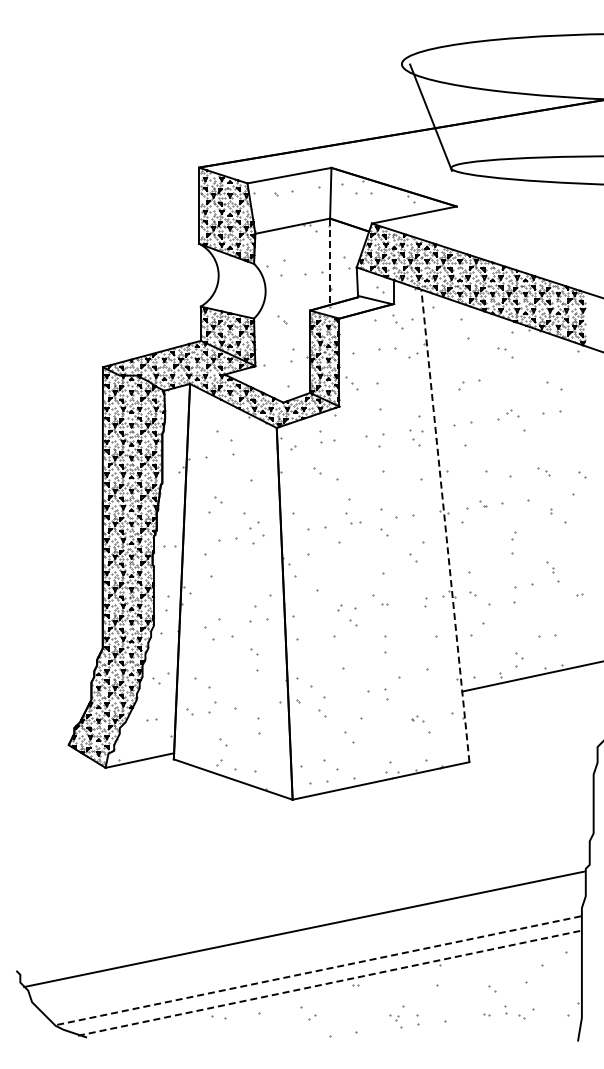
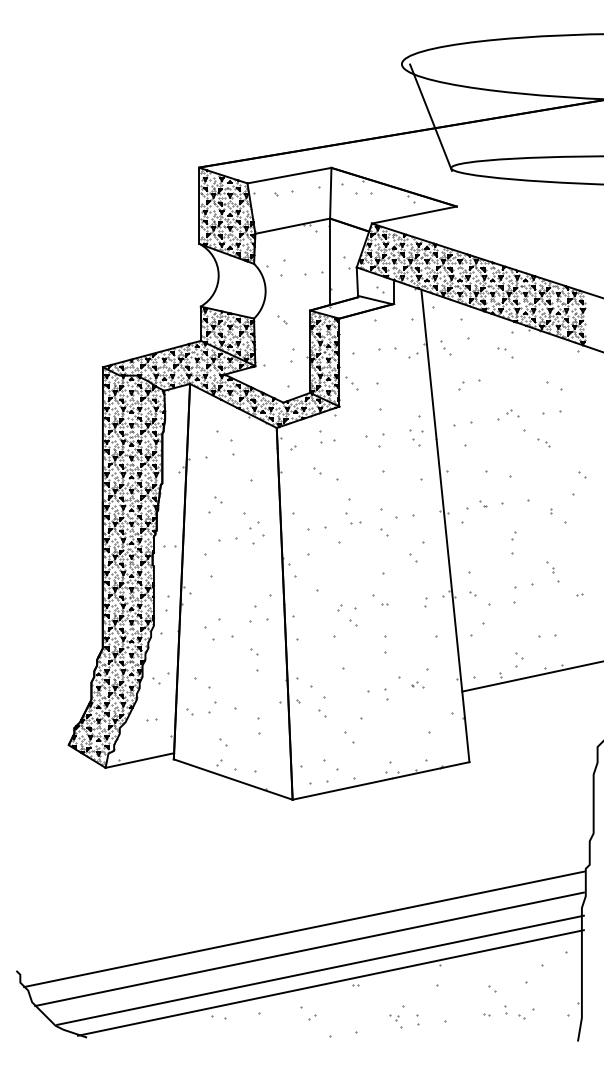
line at (330, 262): dashed -> solid
part at (397, 321) position: (397, 321) -> (445, 347)
part at (543, 471) position: (543, 471) -> (543, 442)
line at (445, 525): dashed -> solid
part at (417, 718) position: (417, 718) -> (417, 684)
line at (309, 949): none -> present
line at (320, 970): dashed -> solid
line at (331, 982): dashed -> solid
